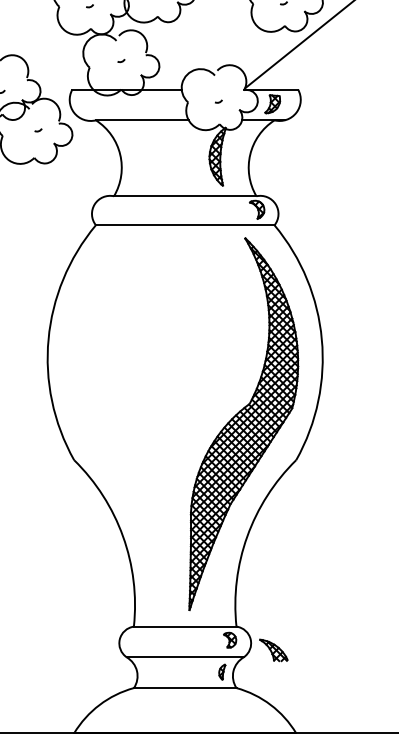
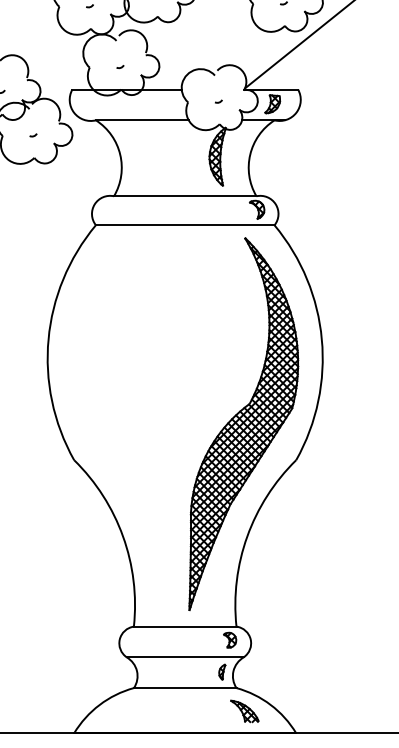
arc at (121, 61) position: (121, 61) -> (120, 67)
arc at (38, 130) position: (38, 130) -> (33, 135)
part at (273, 650) position: (273, 650) -> (244, 711)
